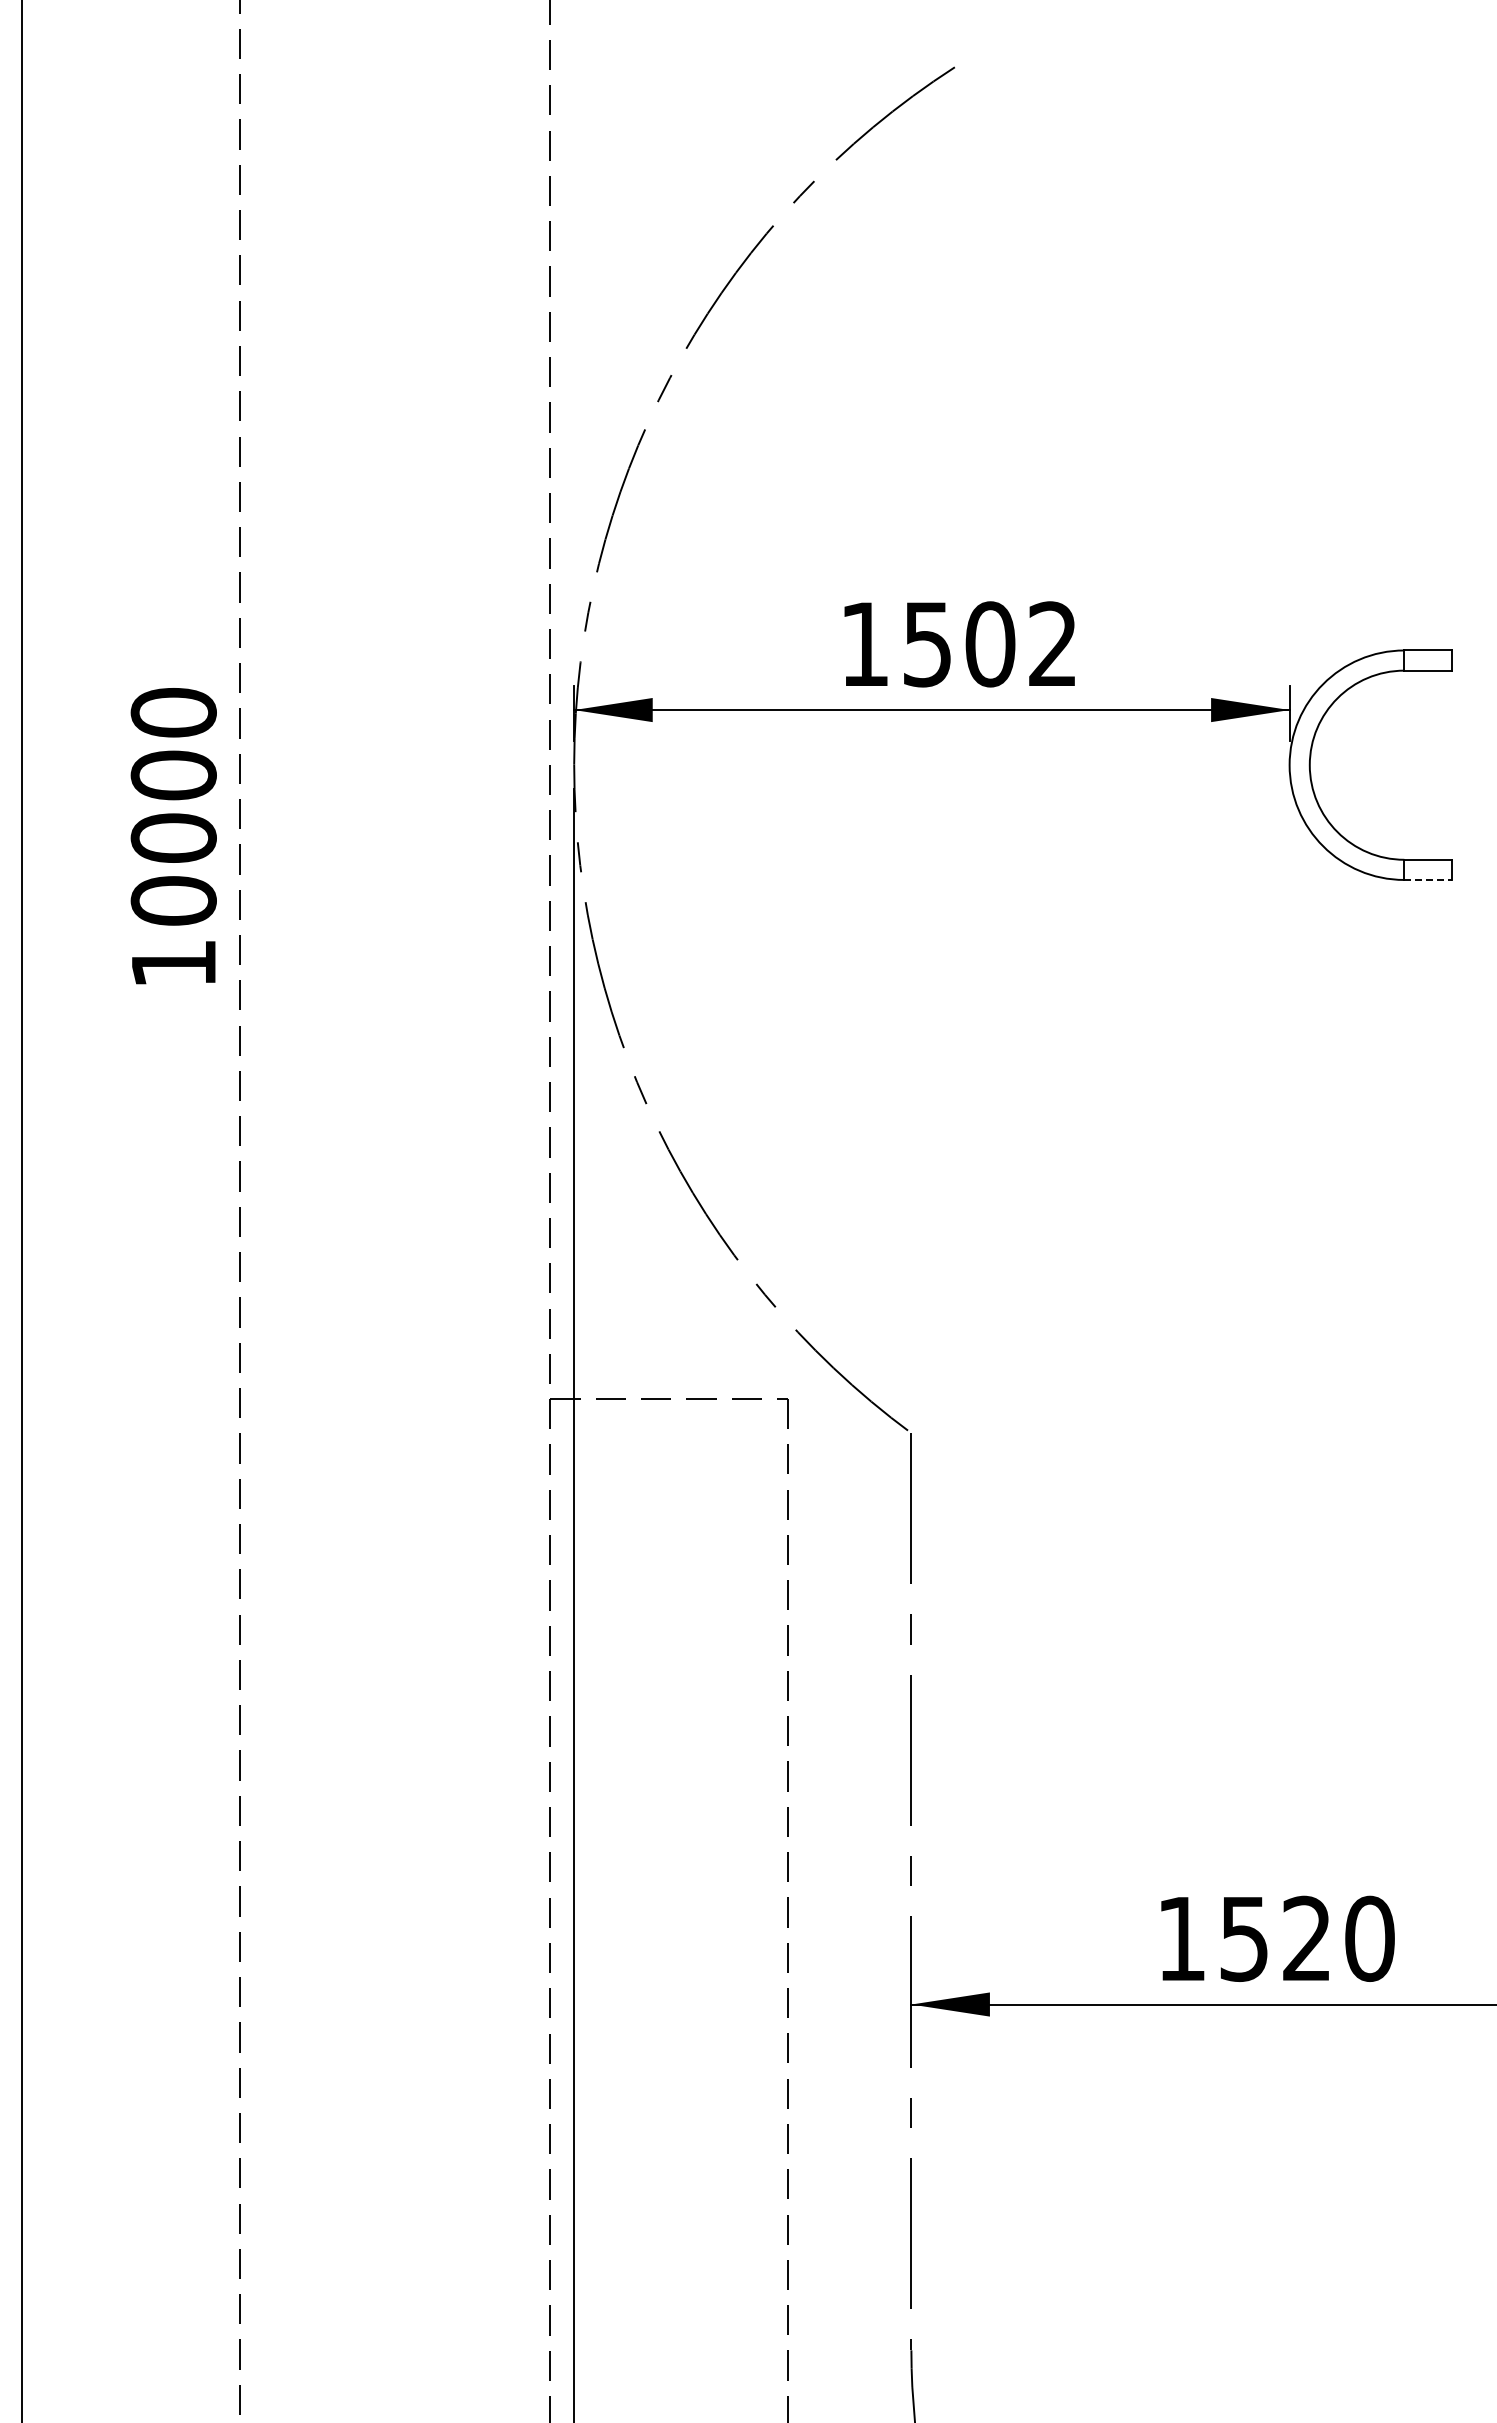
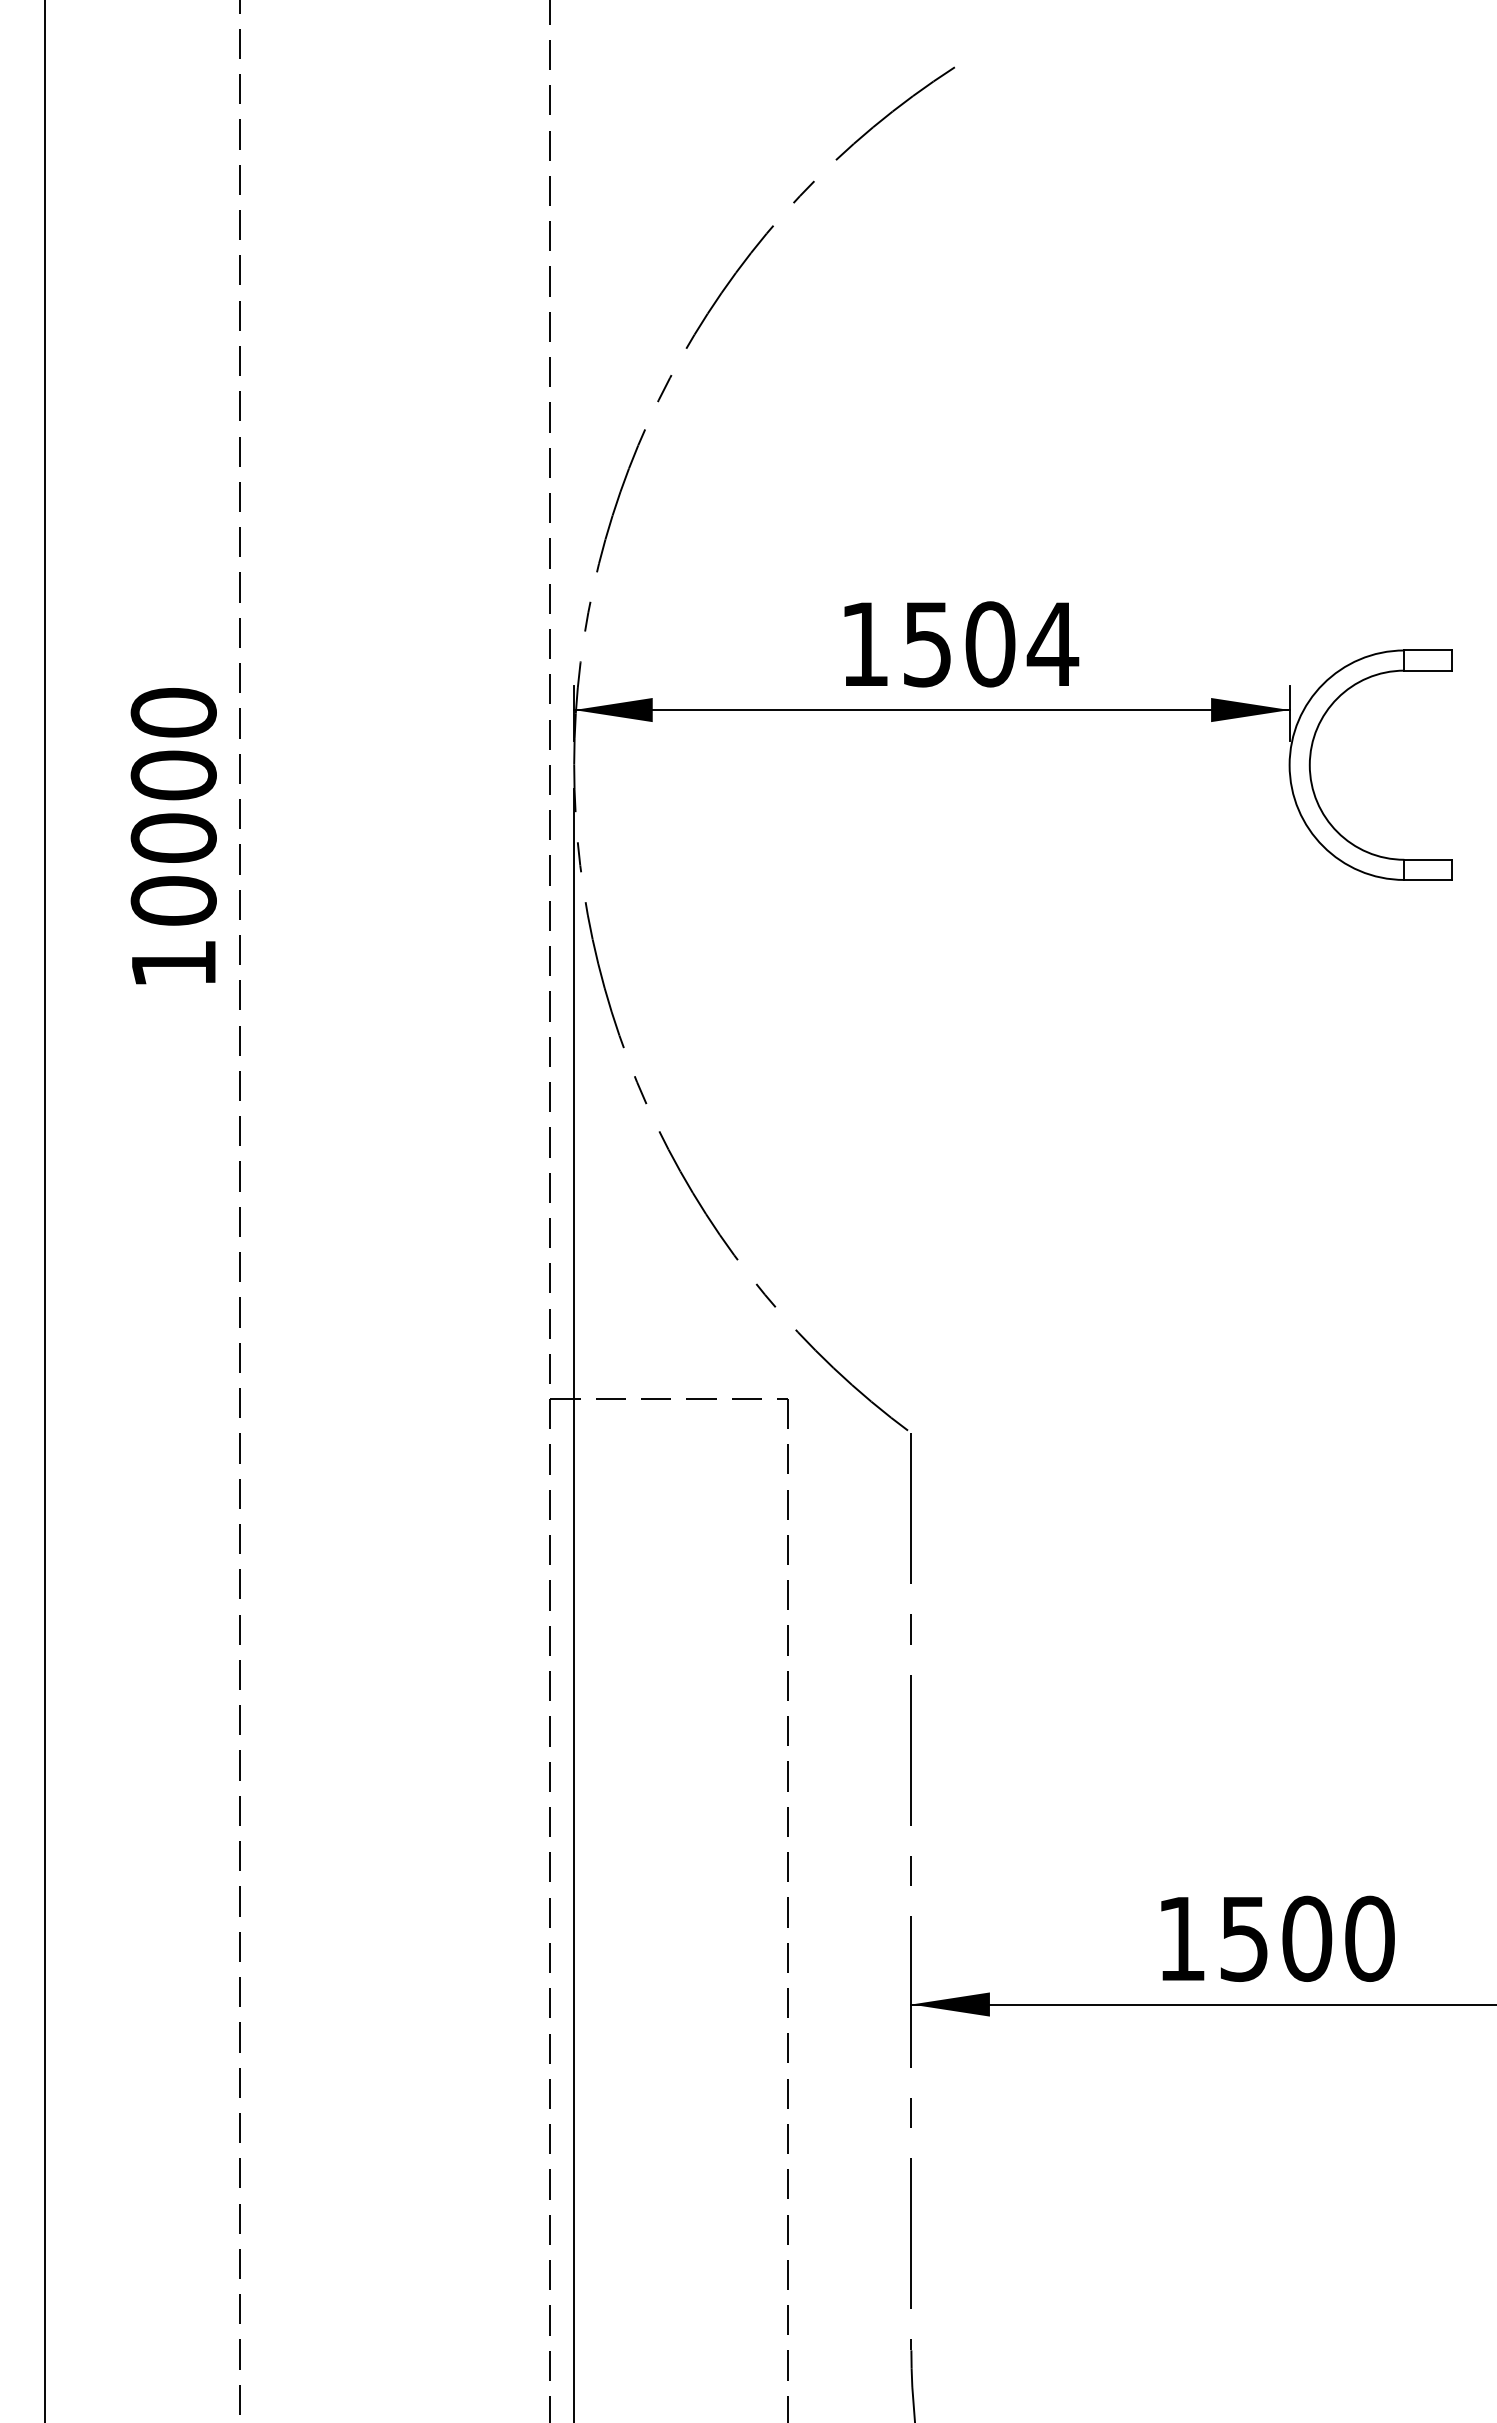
text at (1052, 643): 1502 -> 1504
line at (1428, 879): dashed -> solid
line at (22, 1210) position: (22, 1210) -> (45, 1210)
text at (1307, 1938): 1520 -> 1500
